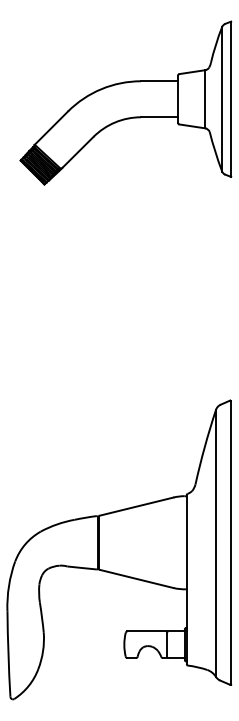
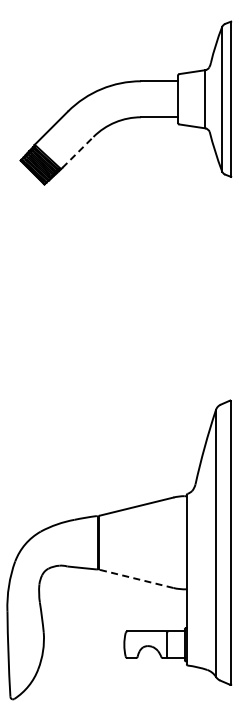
line at (77, 152): solid -> dashed
line at (136, 578): solid -> dashed
